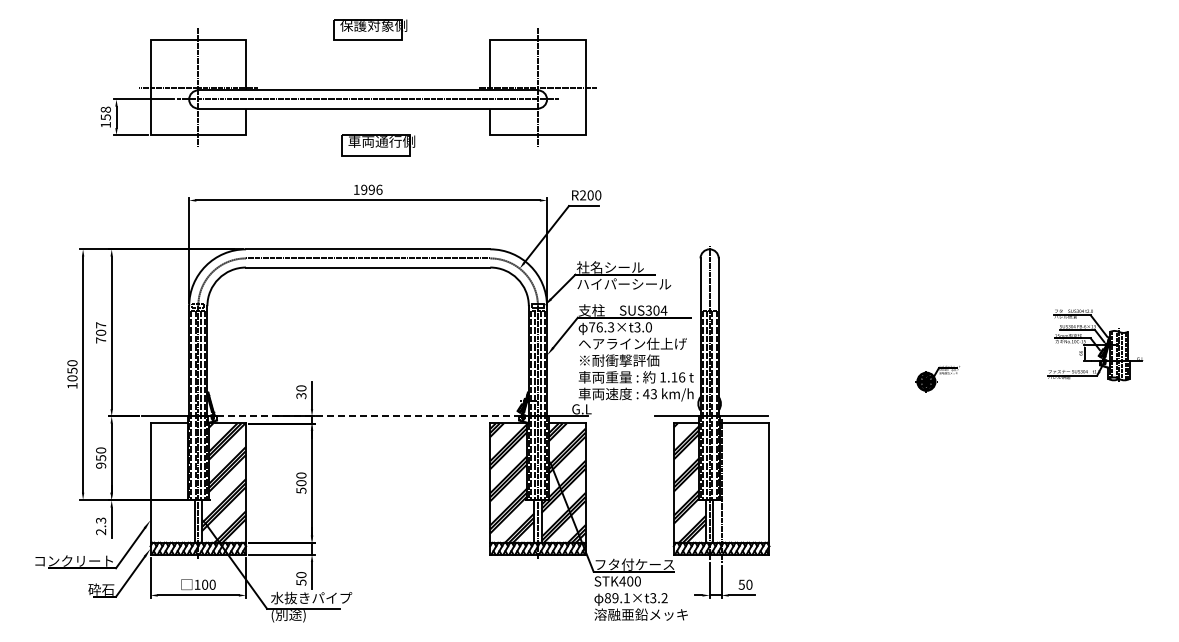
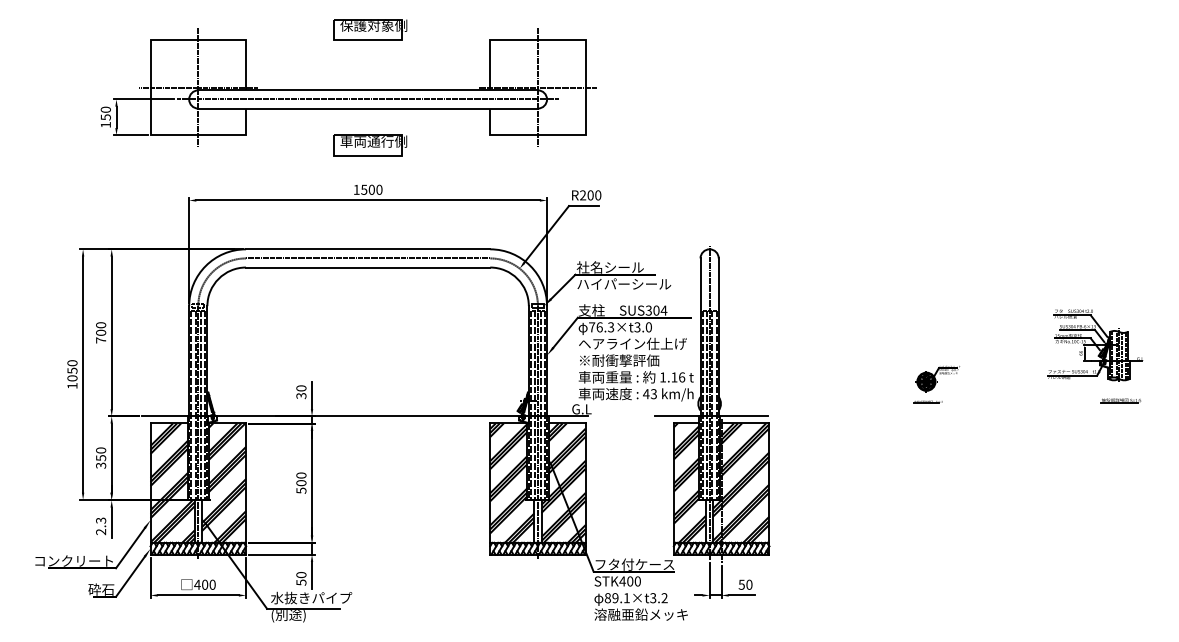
text at (105, 109): 158 -> 150
part at (378, 145) position: (378, 145) -> (370, 145)
text at (371, 189): 1996 -> 1500
text at (101, 325): 707 -> 700
part at (1120, 400): none -> present
line at (927, 401): none -> present
line at (368, 416): dashed -> solid
text at (100, 465): 950 -> 350
hatch at (172, 482): none -> present
hatch at (741, 482): none -> present
text at (197, 584): 100 -> 400
